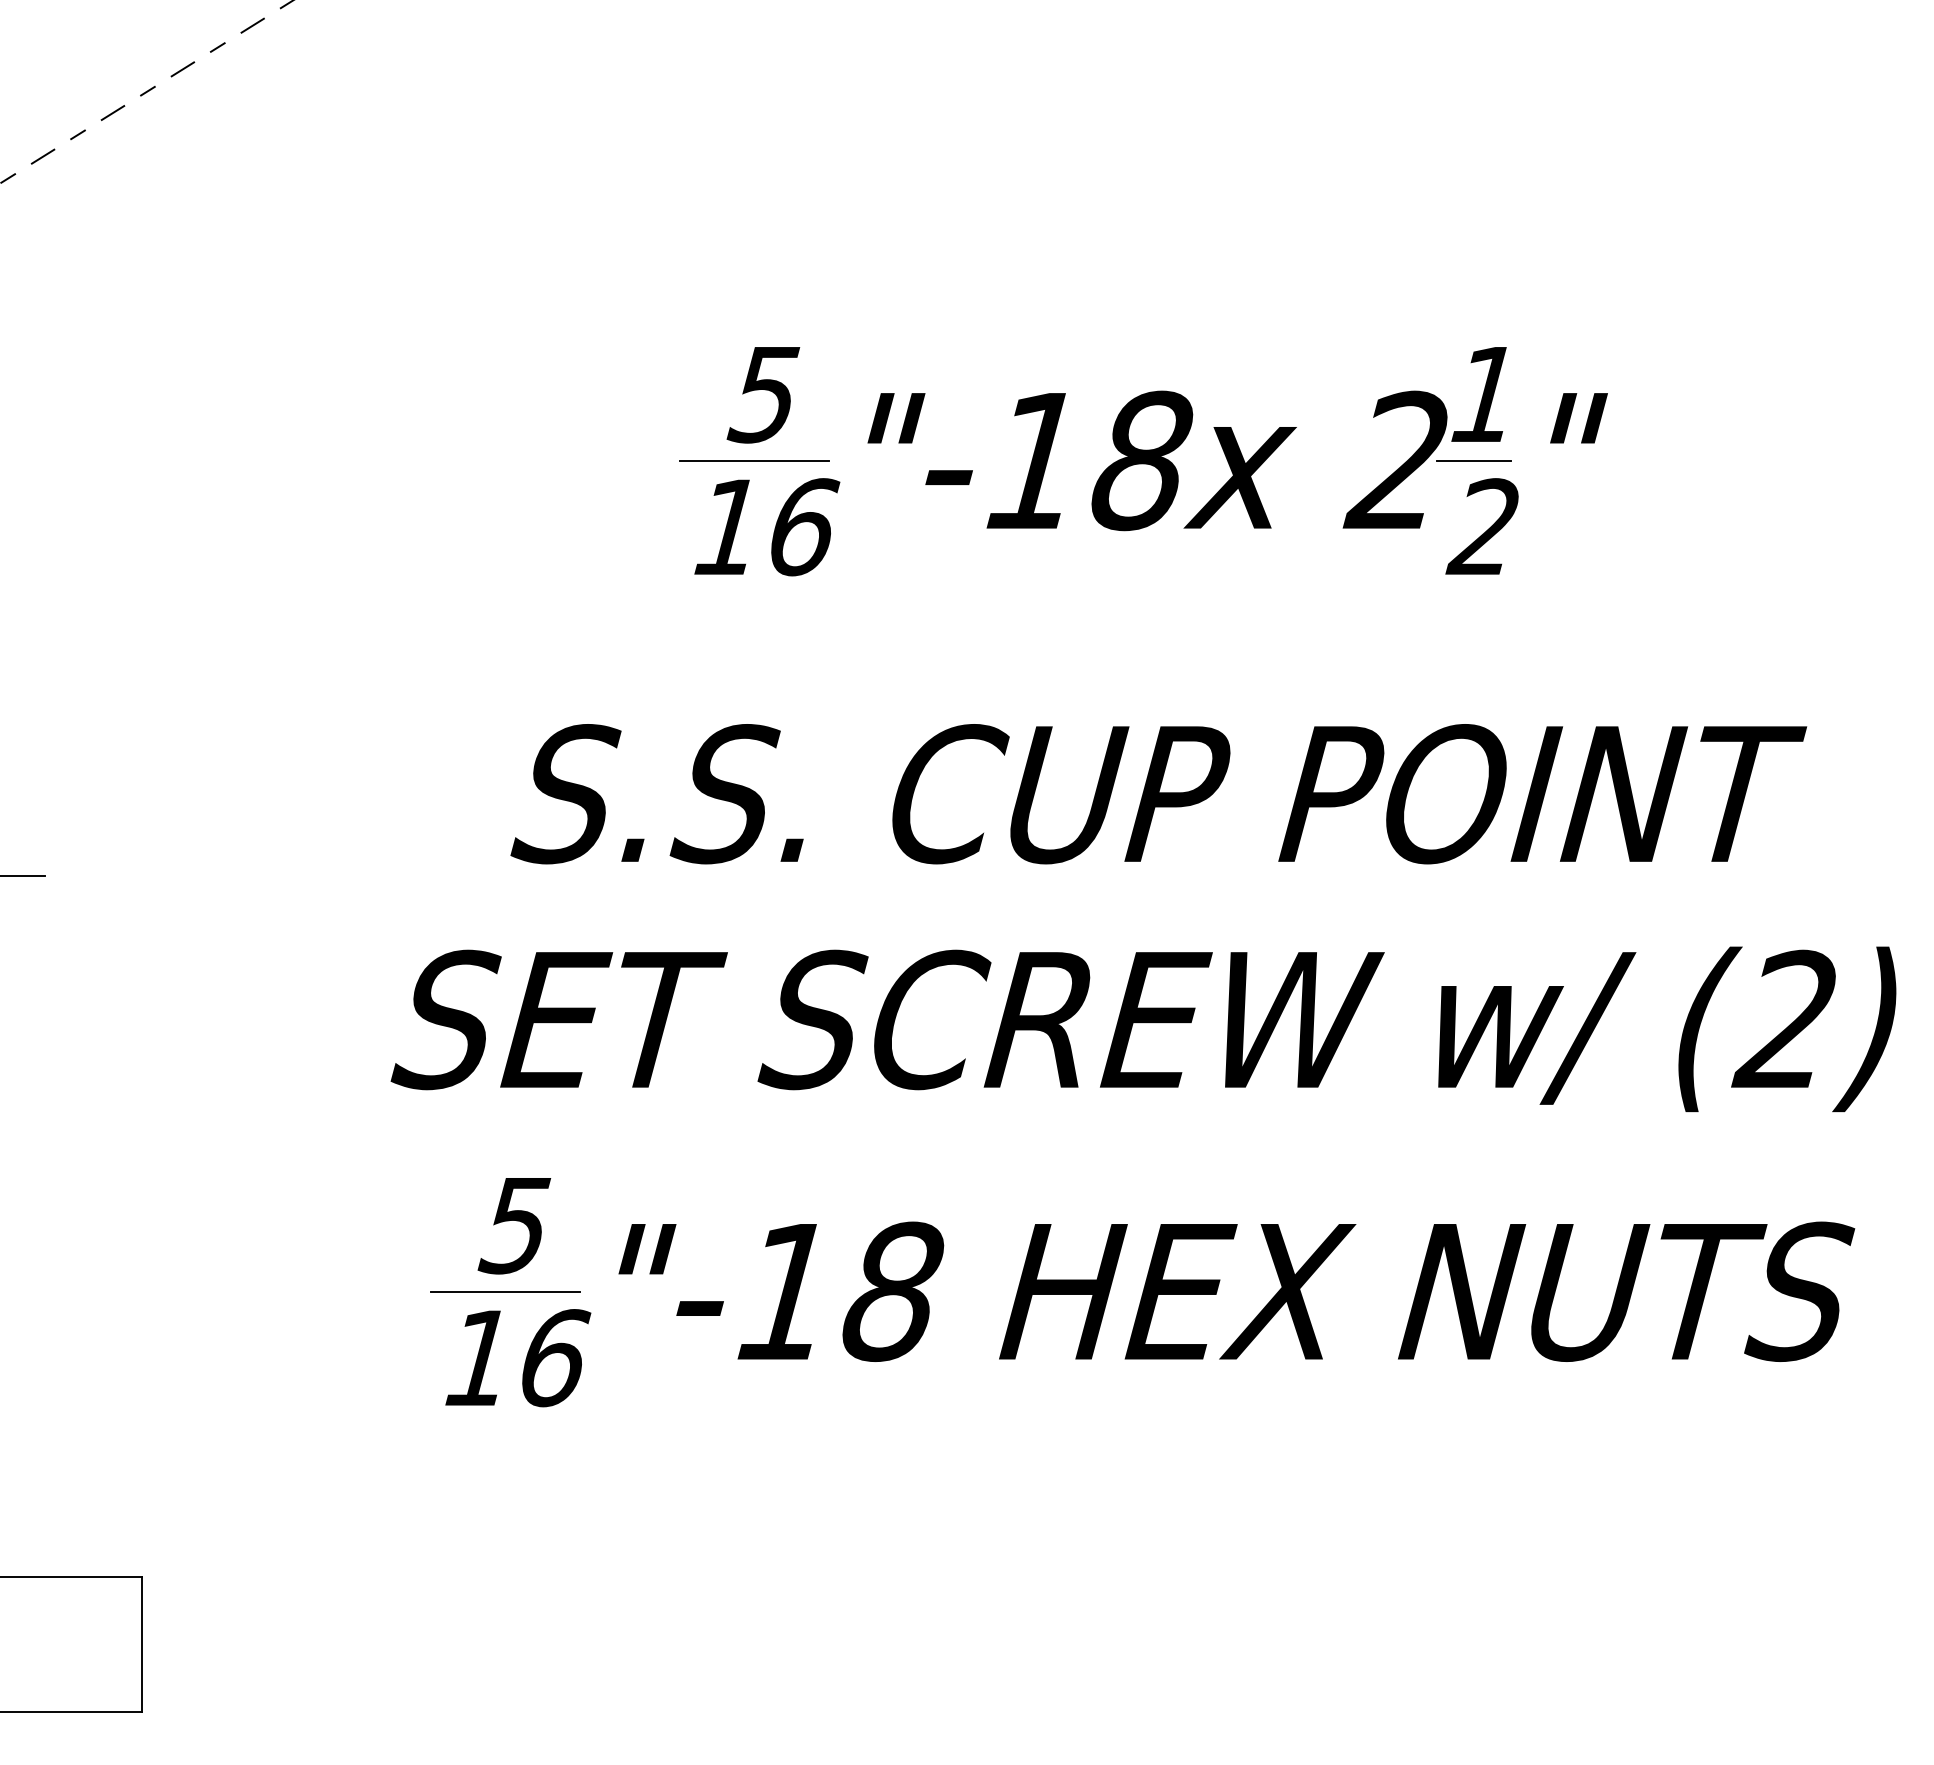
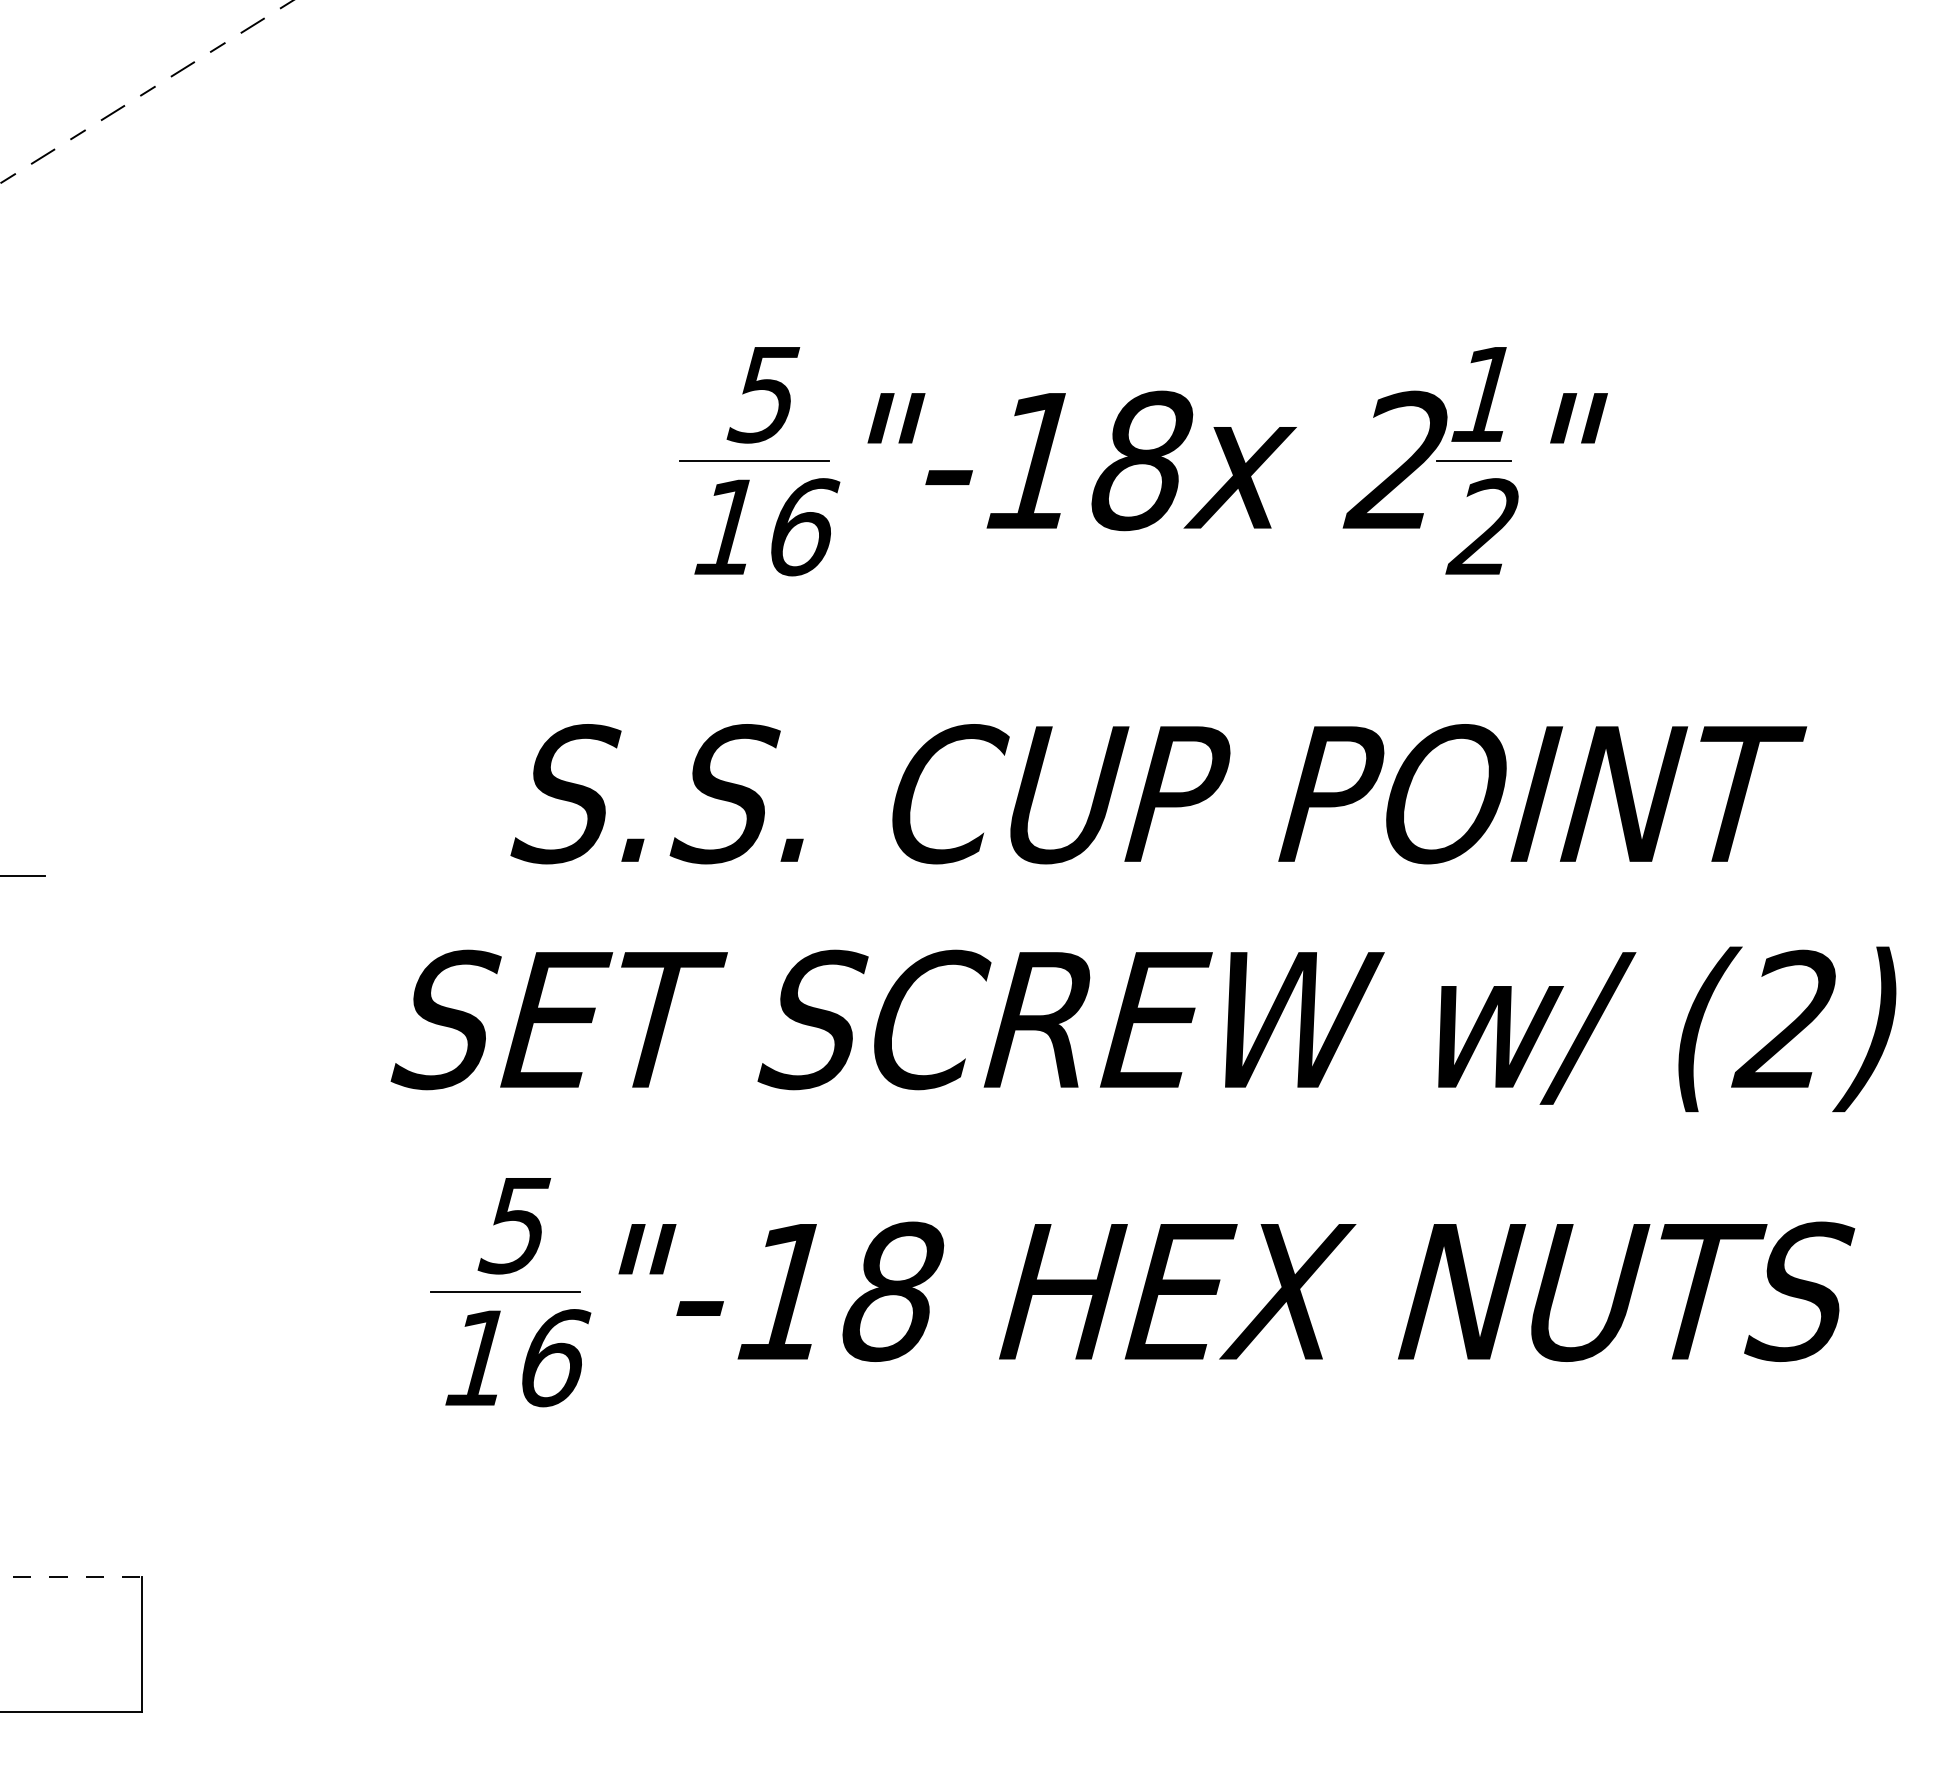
line at (71, 1576): solid -> dashed
